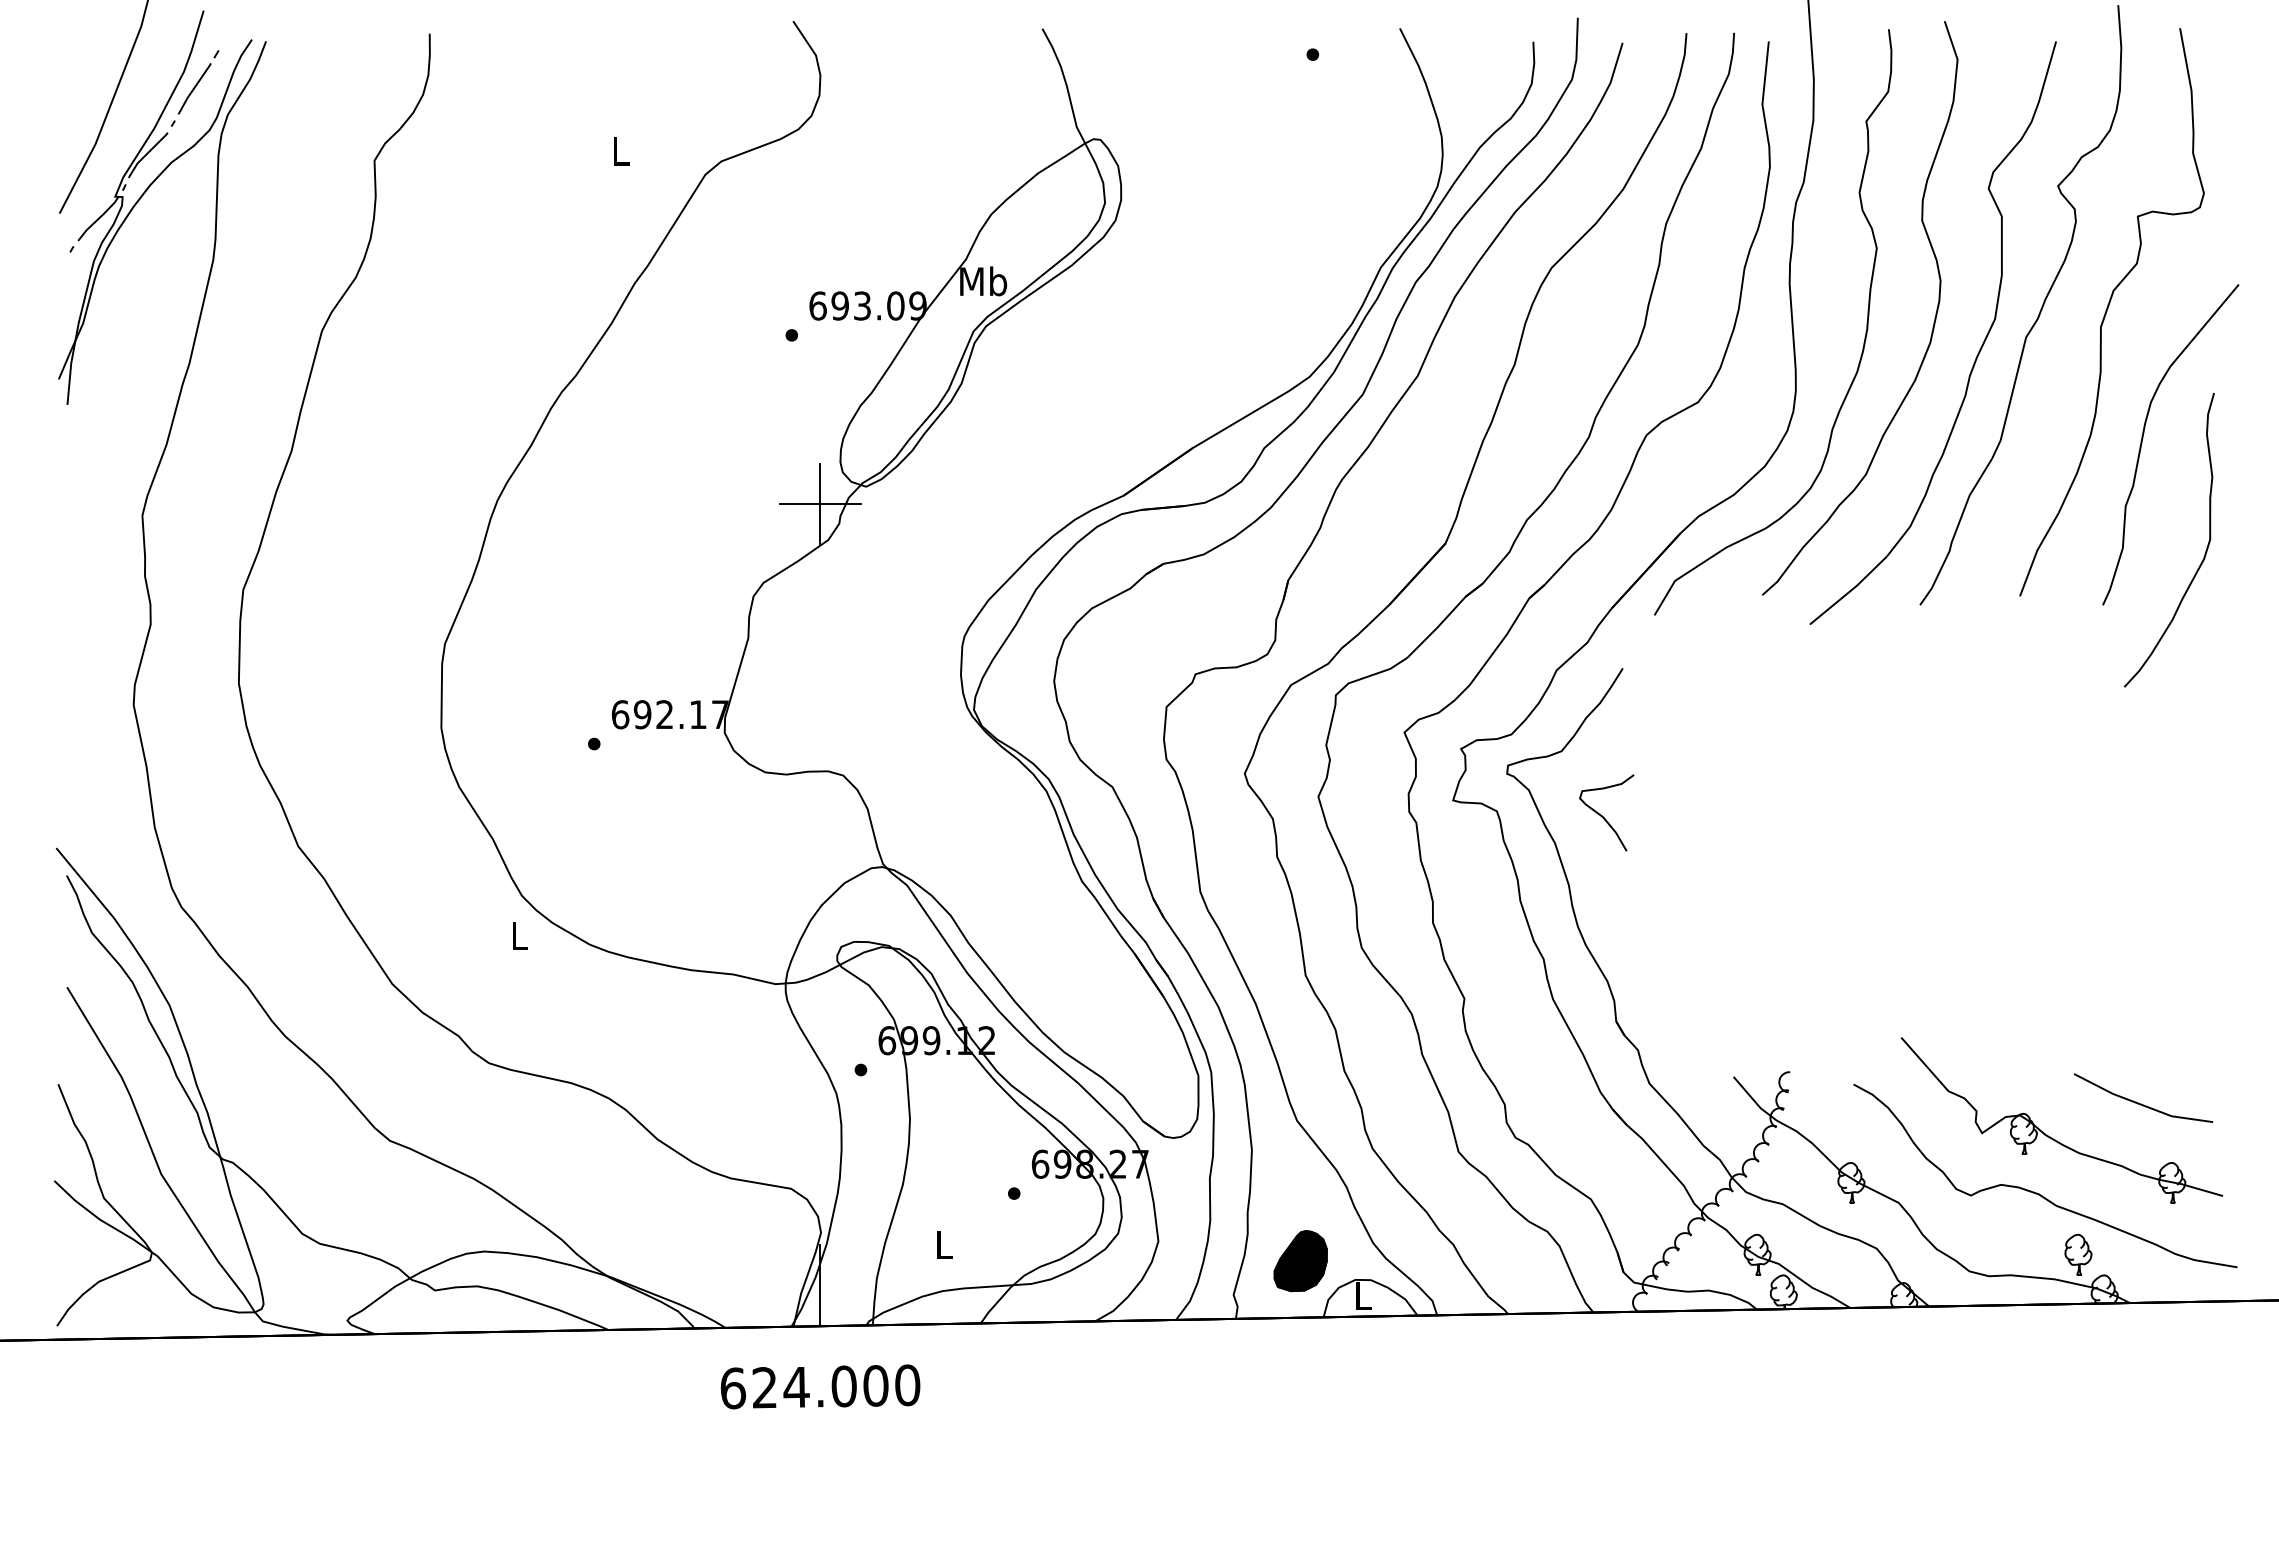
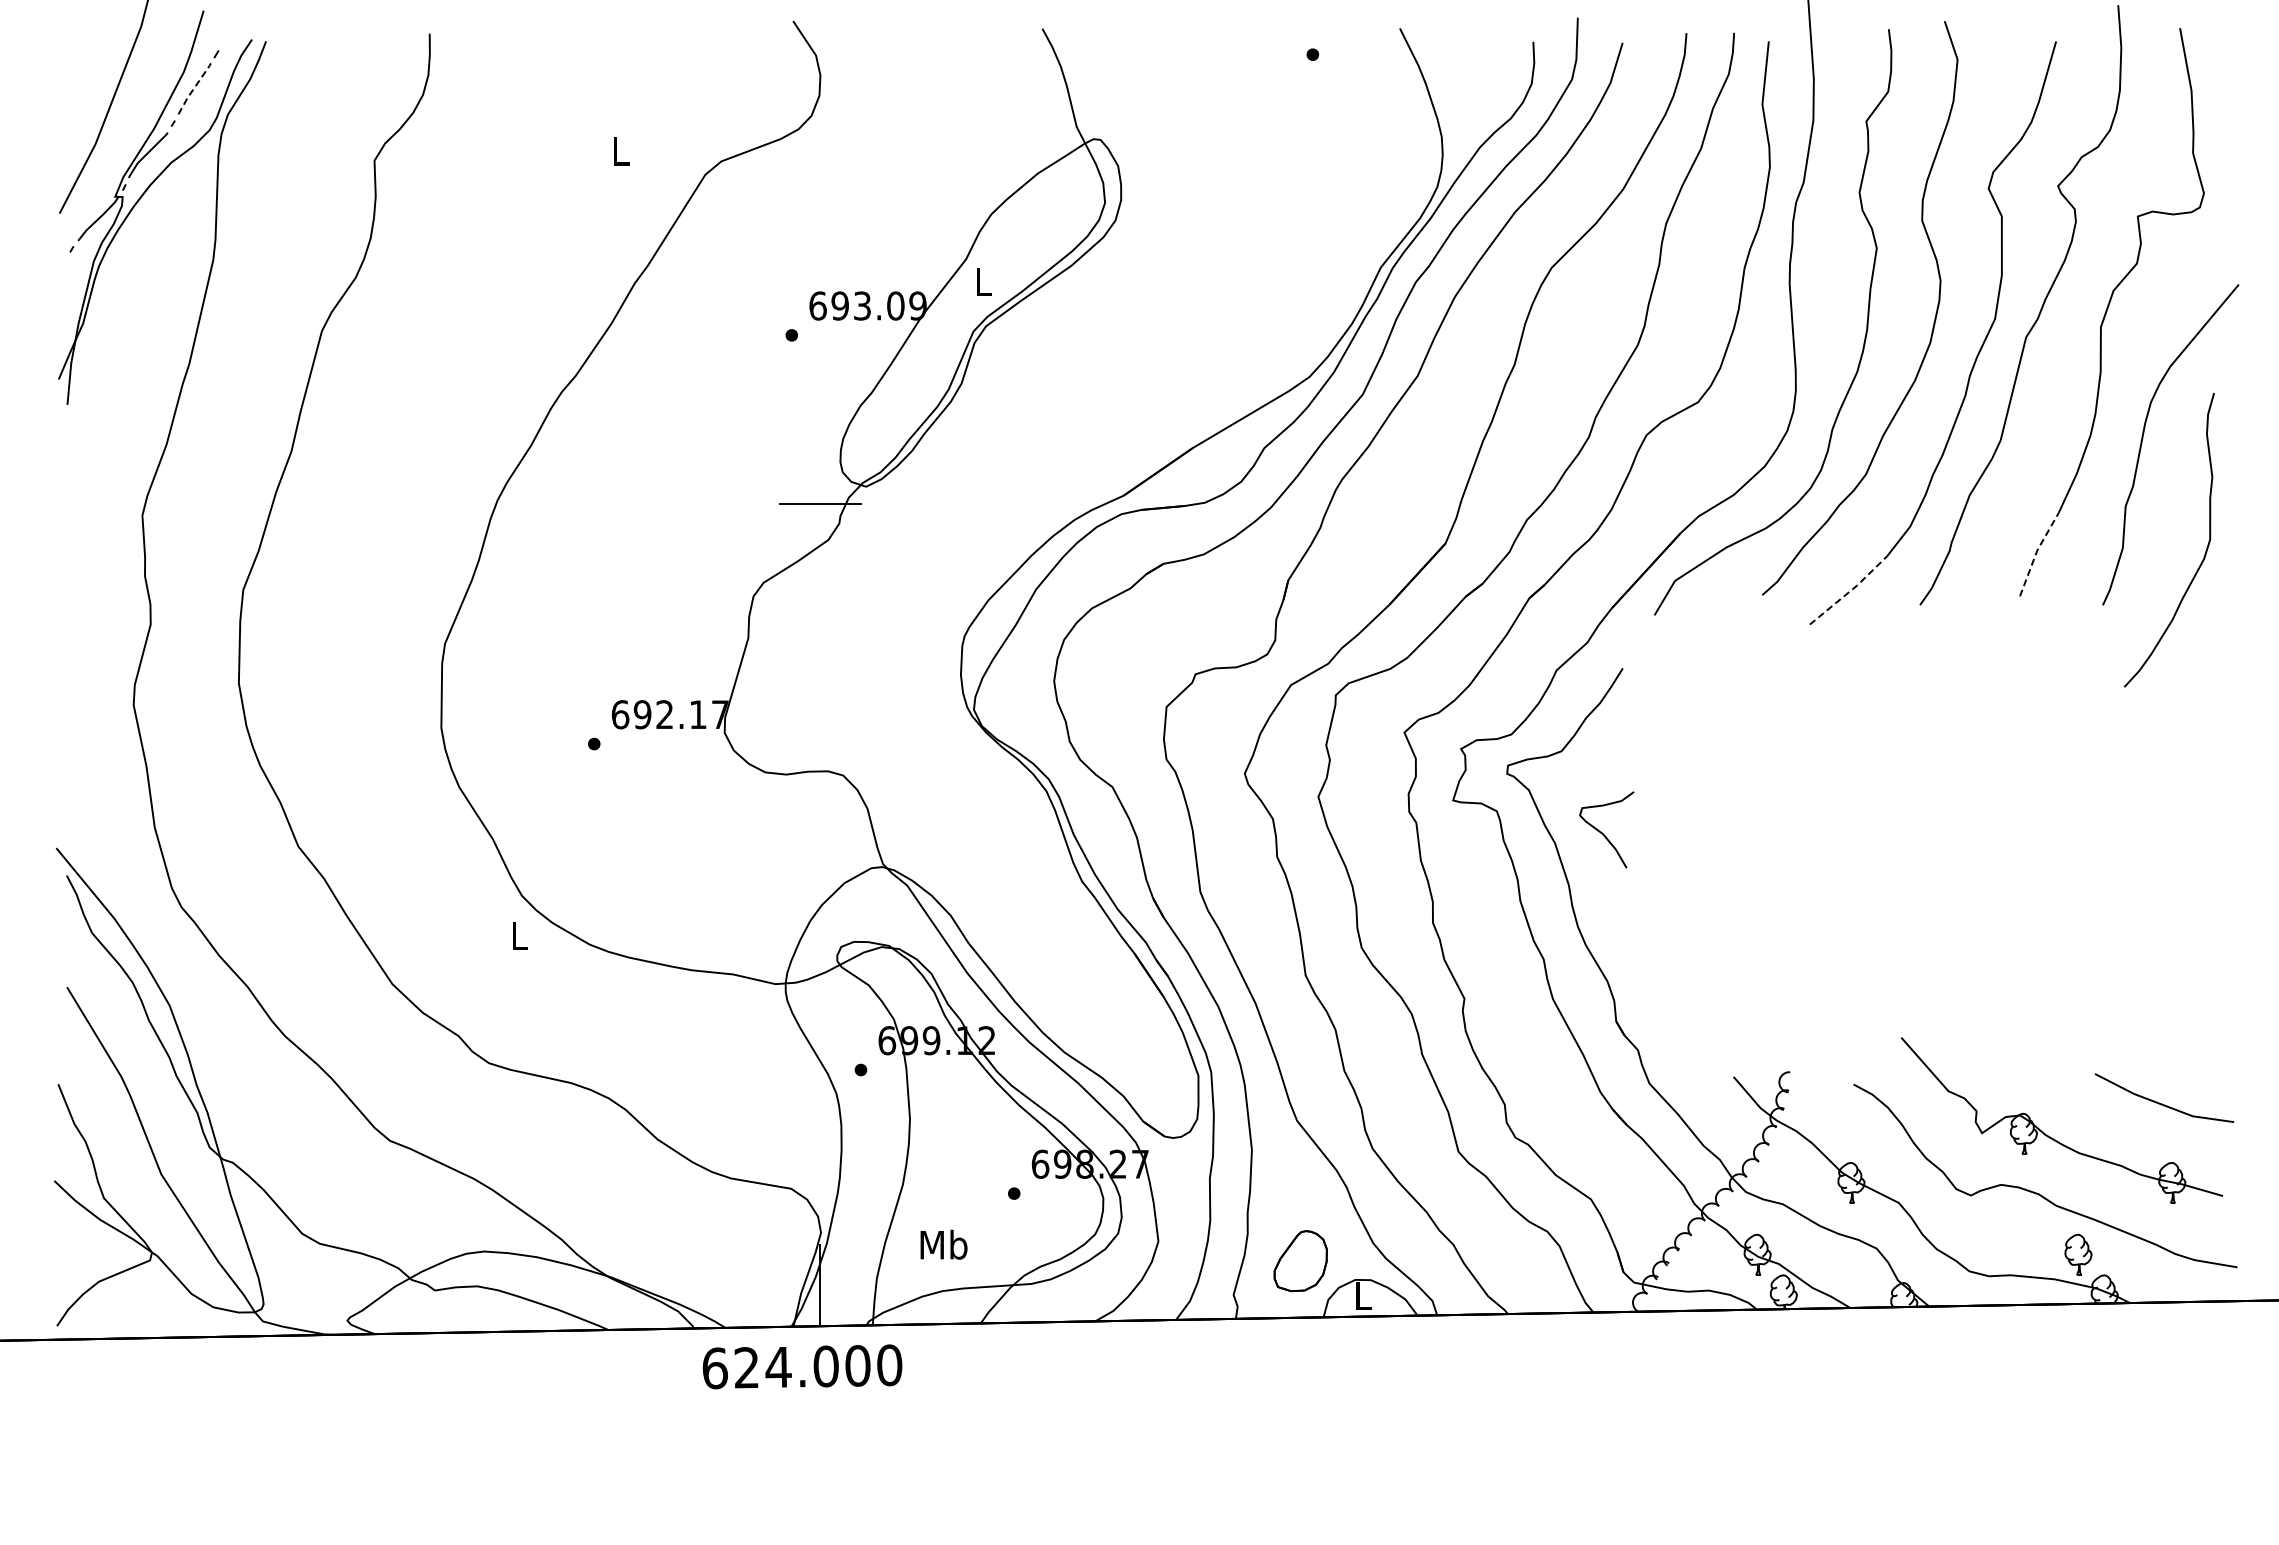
line at (194, 88): solid -> dashed
text at (983, 281): Mb -> L
line at (820, 504): present -> none
line at (2036, 552): solid -> dashed
line at (1850, 591): solid -> dashed
curve at (1602, 815) position: (1602, 815) -> (1602, 832)
line at (2141, 1103) position: (2141, 1103) -> (2162, 1103)
text at (943, 1244): L -> Mb
fill at (1300, 1261): present -> none
text at (820, 1386) position: (820, 1386) -> (802, 1366)
